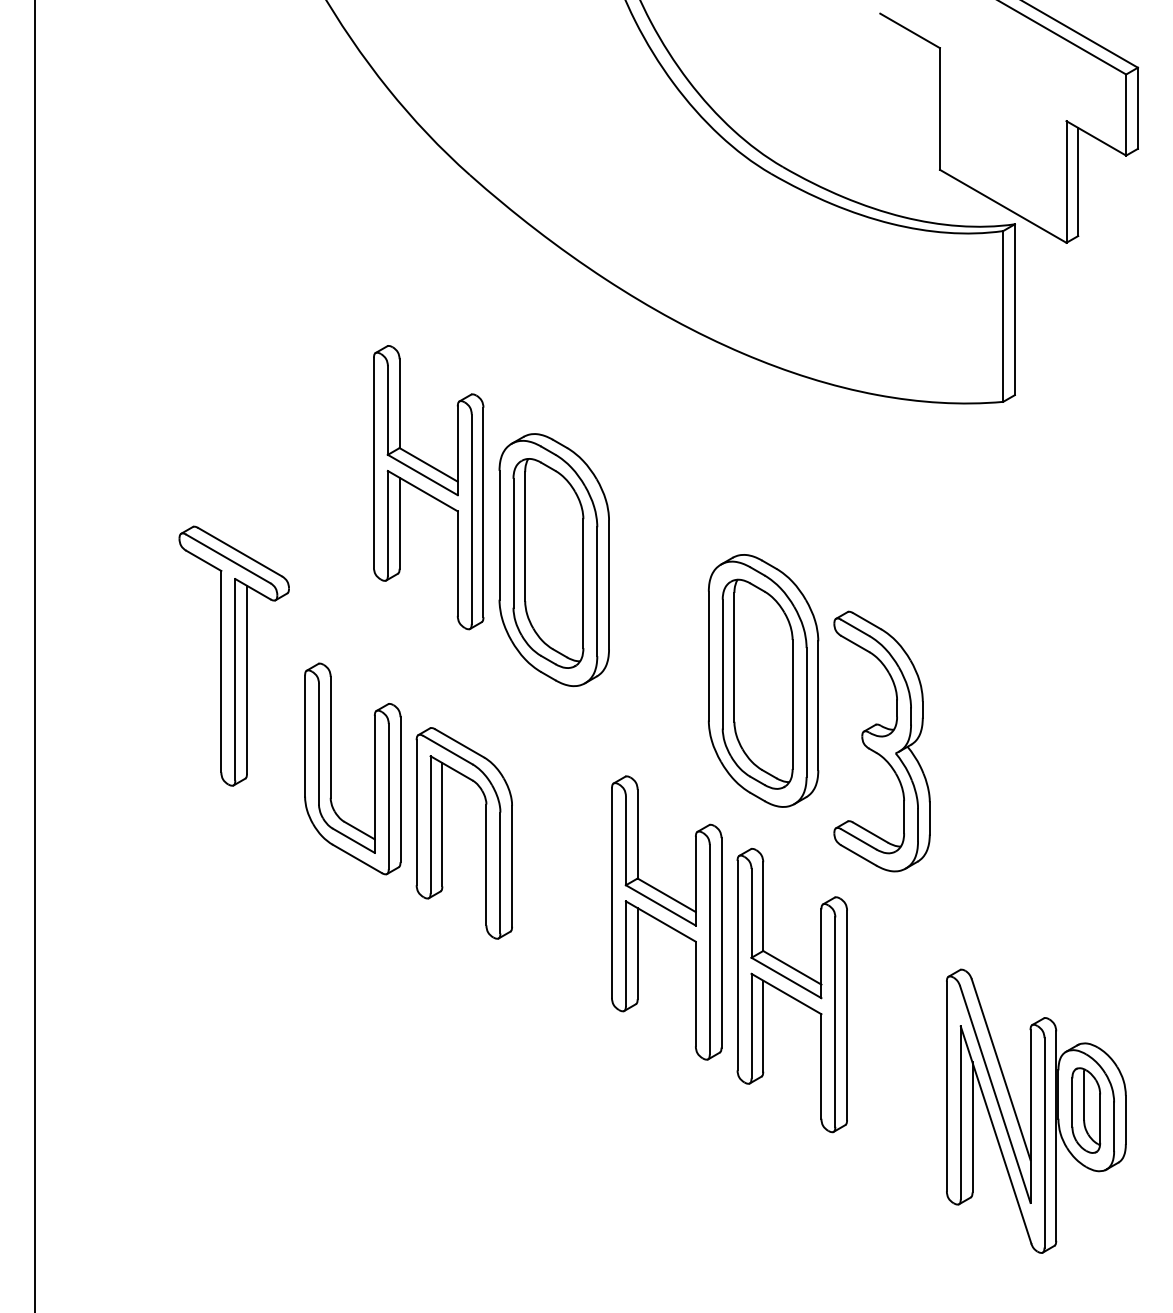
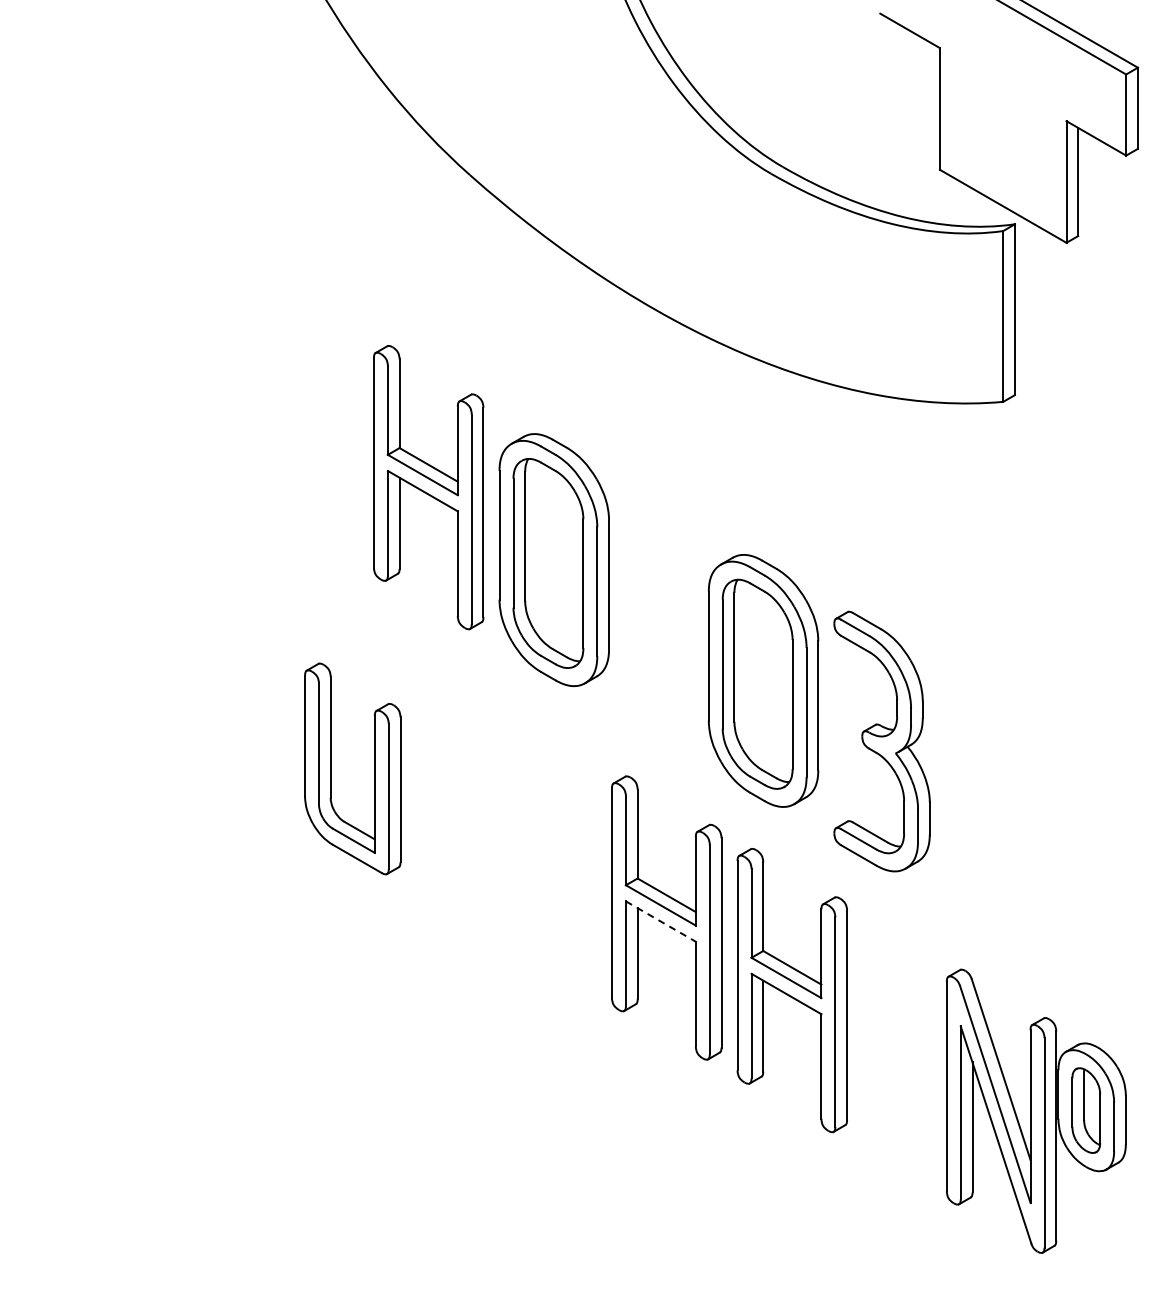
line at (35, 655): present -> none
part at (233, 655): present -> none
part at (442, 833): present -> none
line at (661, 921): solid -> dashed
